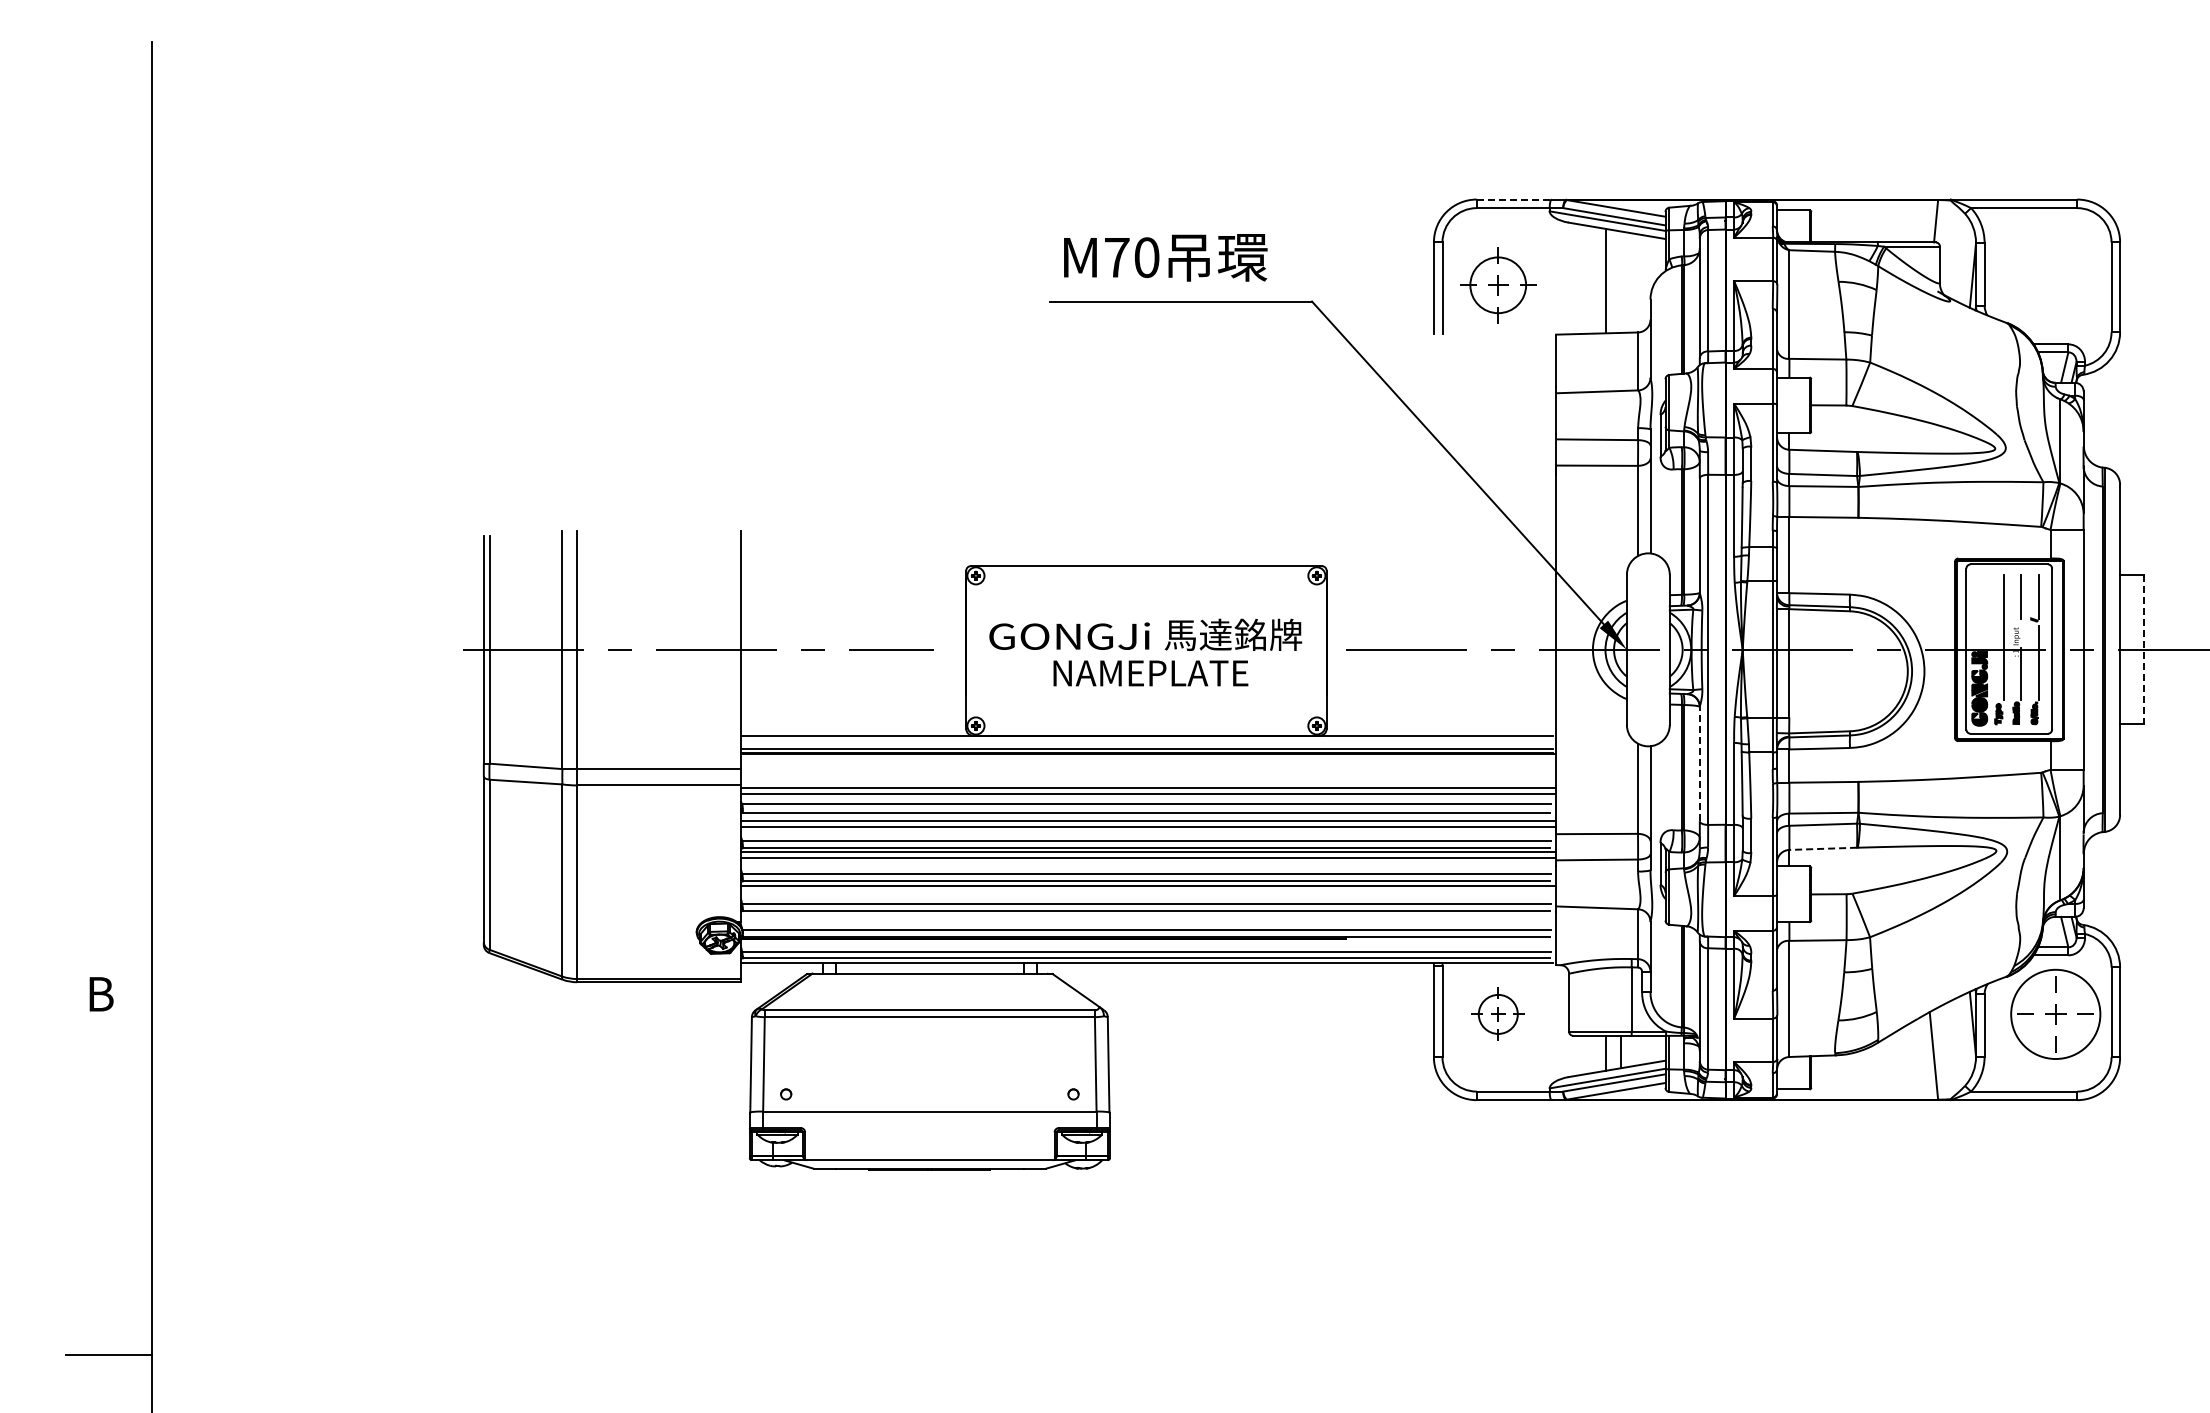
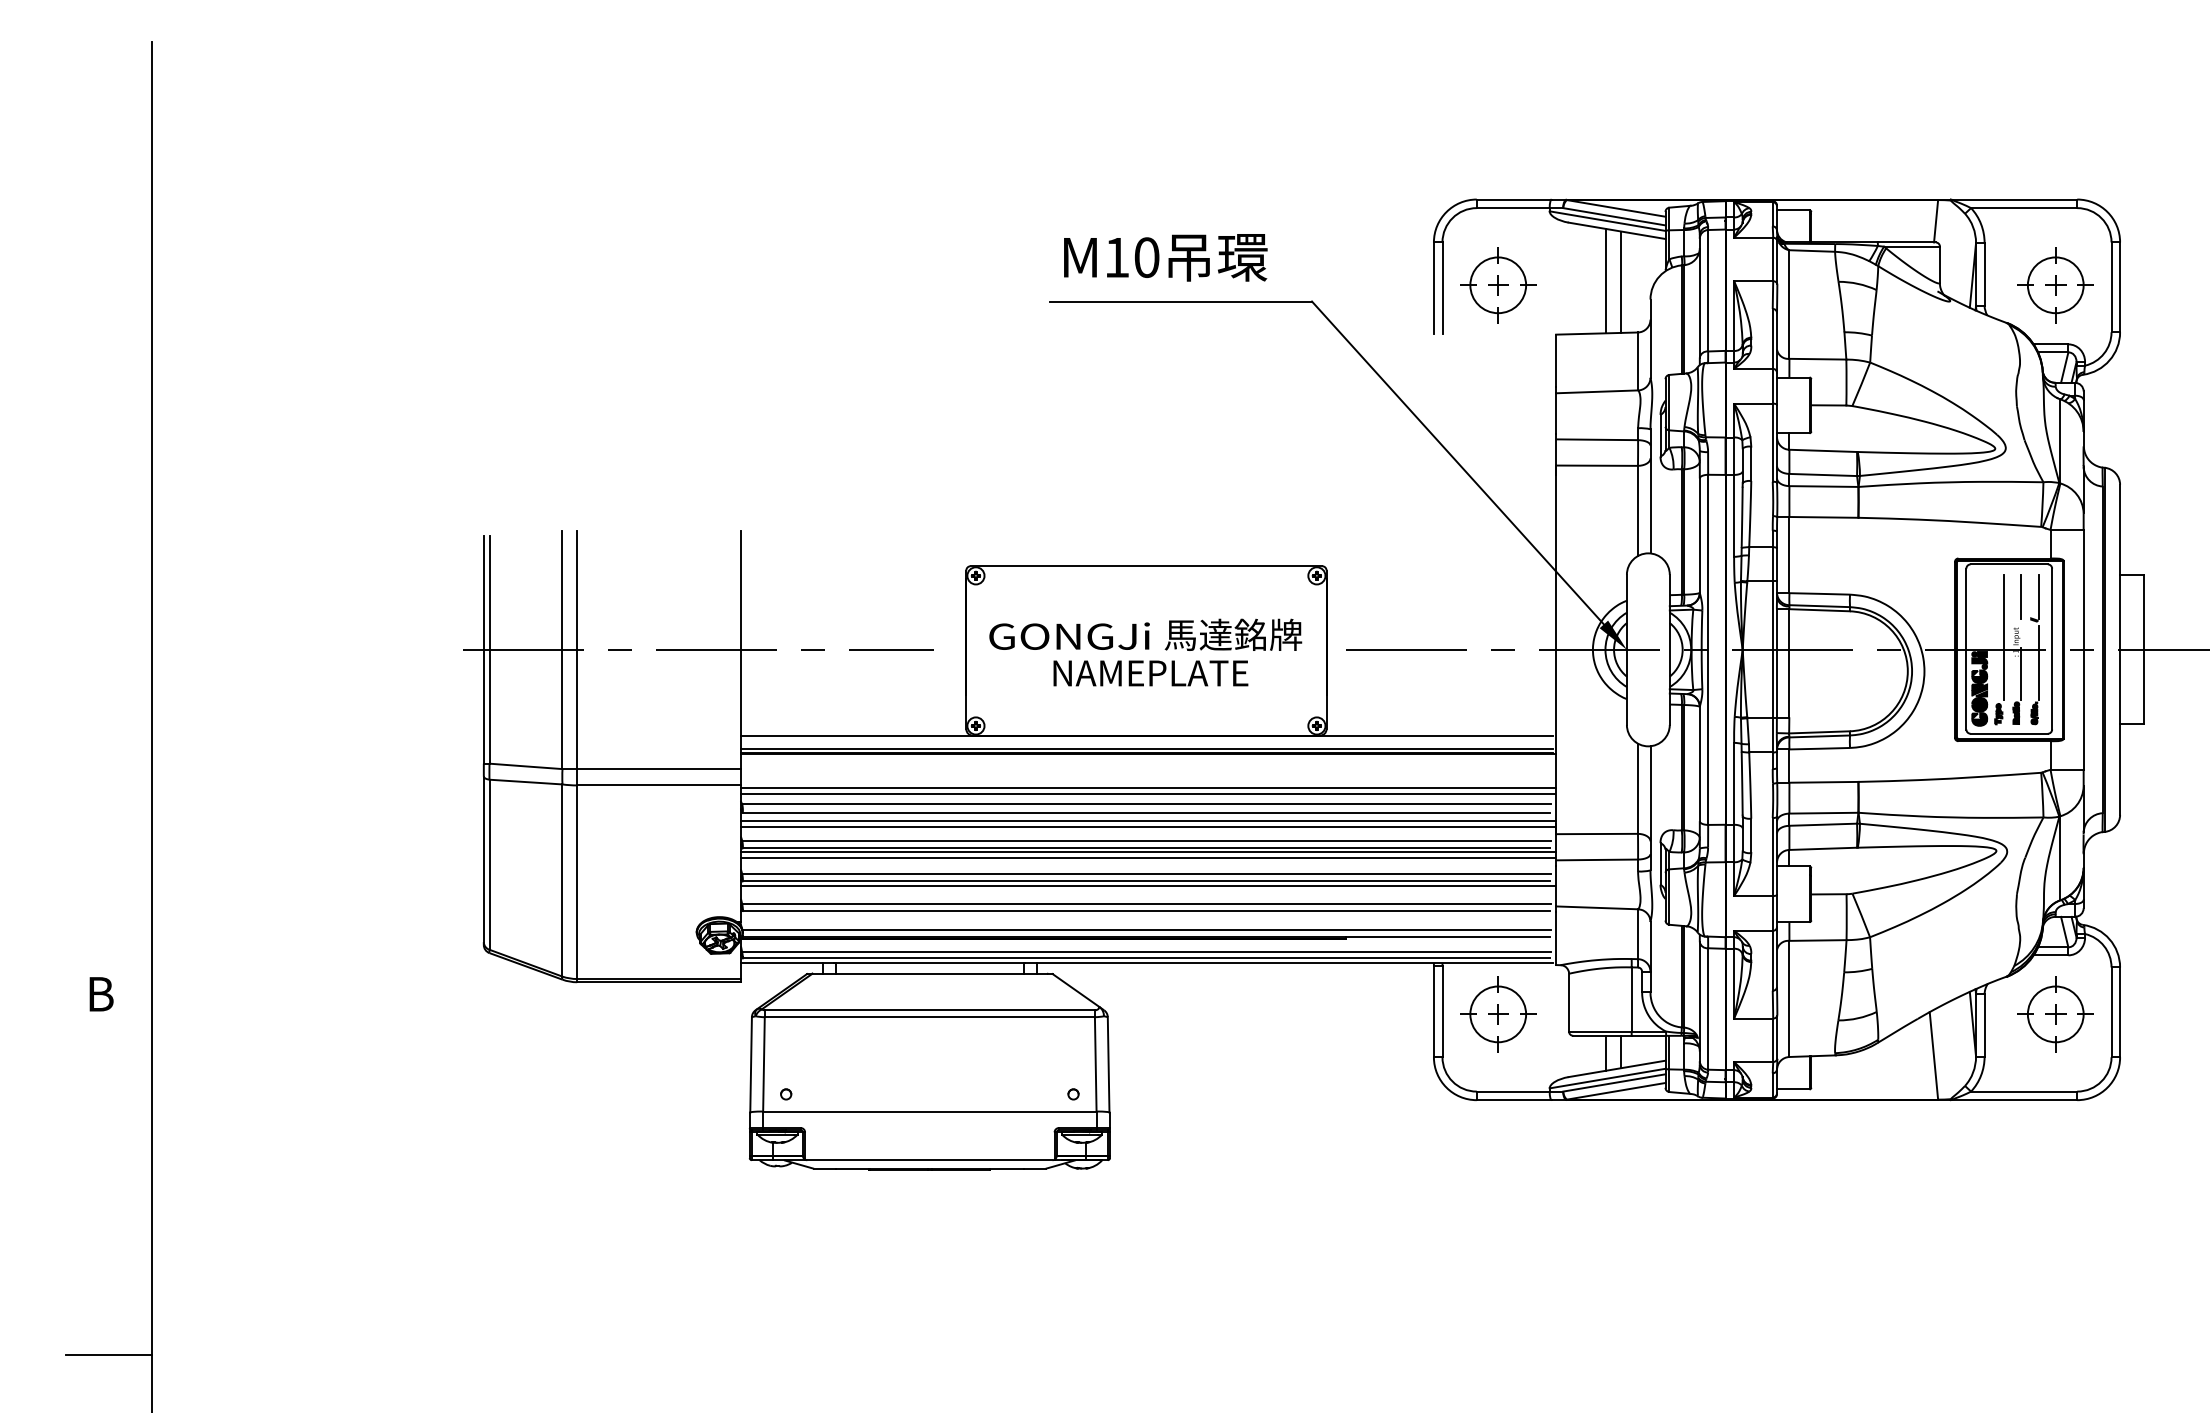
line at (1514, 199): dashed -> solid
text at (1117, 257): M70 -> M10
line at (1621, 281): none -> present
part at (2055, 285): none -> present
line at (2143, 649): dashed -> solid
line at (1699, 763): dashed -> solid
line at (1823, 848): dashed -> solid
part at (1497, 1013) size: 54x54 px -> 77x77 px
circle at (2055, 1014) diameter: 89 px -> 56 px
